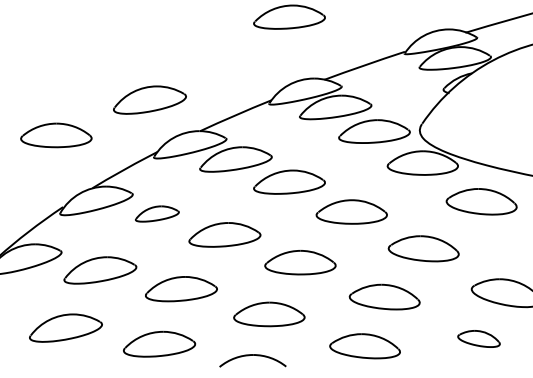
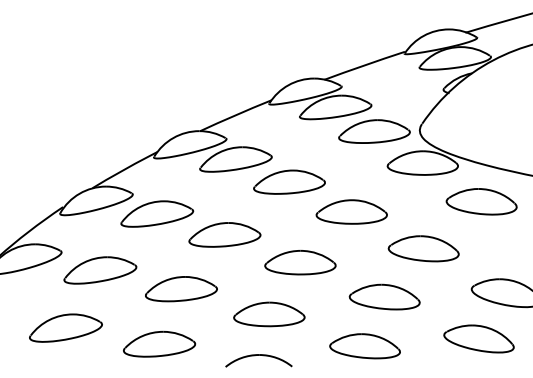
part at (289, 16): present -> none
part at (149, 99): present -> none
part at (56, 135): present -> none
part at (157, 213) size: 45x18 px -> 75x28 px
part at (478, 338) size: 44x18 px -> 72x30 px
part at (252, 360) position: (252, 360) -> (258, 360)
